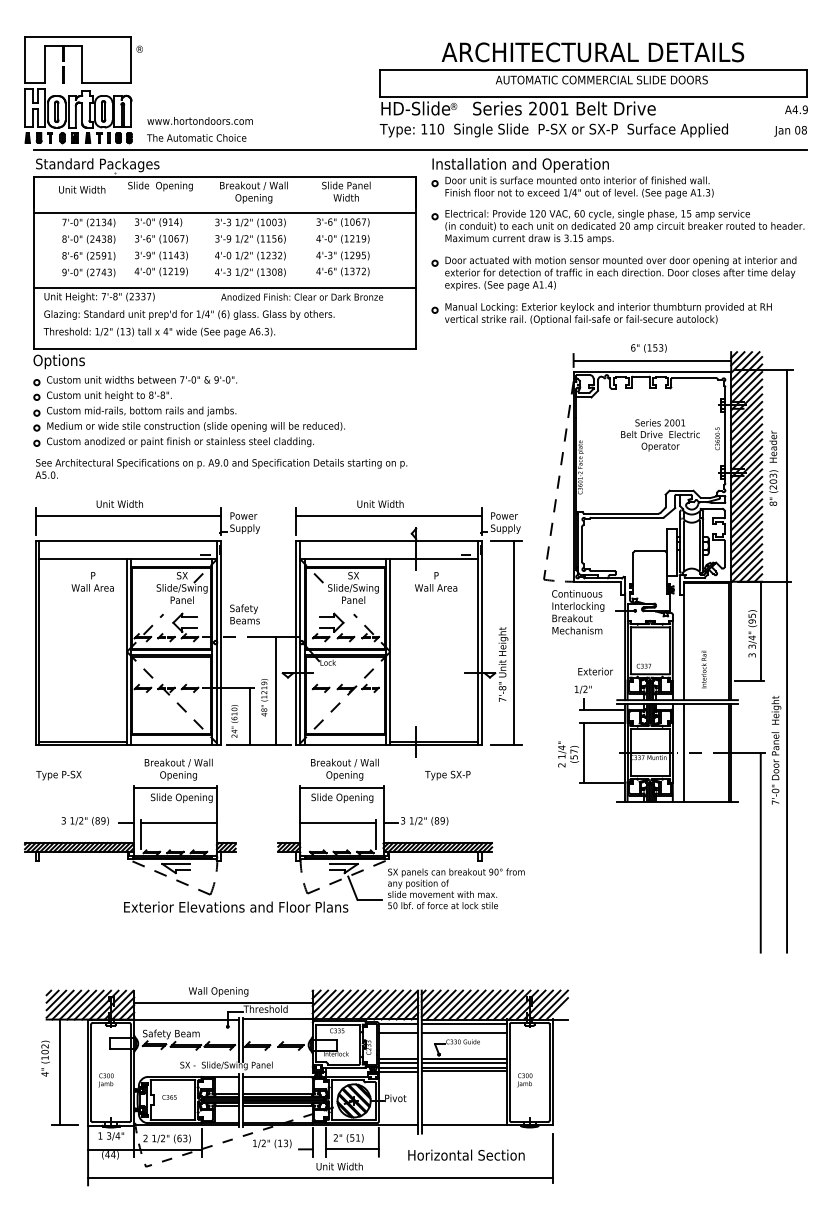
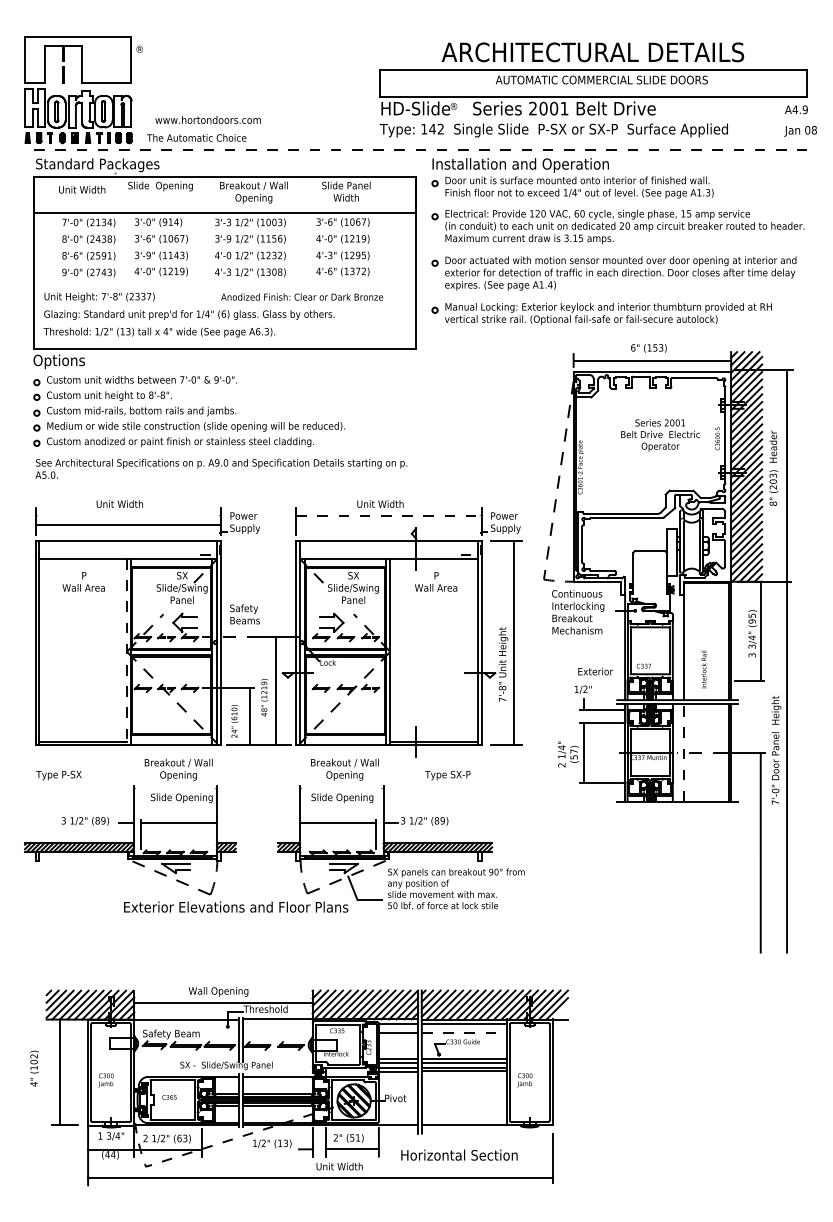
text at (199, 120) position: (199, 120) -> (207, 119)
text at (436, 128): 110 -> 142
text at (790, 131) position: (790, 131) -> (800, 131)
line at (421, 150): solid -> dashed
line at (224, 287): present -> none
line at (128, 515) position: (128, 515) -> (128, 524)
line at (388, 515): solid -> dashed
text at (92, 581) position: (92, 581) -> (83, 581)
line at (126, 651): solid -> dashed
line at (683, 752): solid -> dashed
line at (175, 788): present -> none
line at (341, 788): present -> none
line at (464, 1033): solid -> dashed
text at (45, 1058) position: (45, 1058) -> (34, 1068)
text at (466, 1154) position: (466, 1154) -> (459, 1154)
